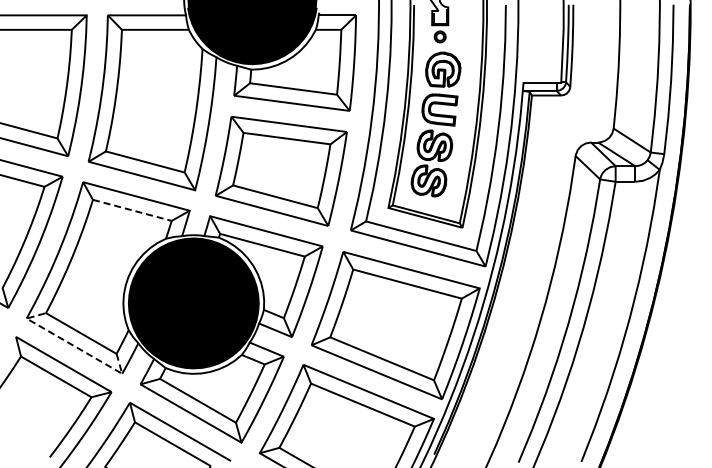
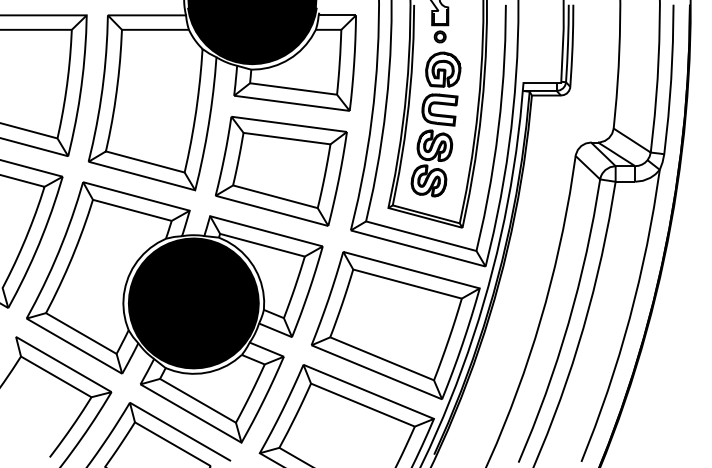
line at (132, 210): dashed -> solid
line at (74, 345): dashed -> solid
